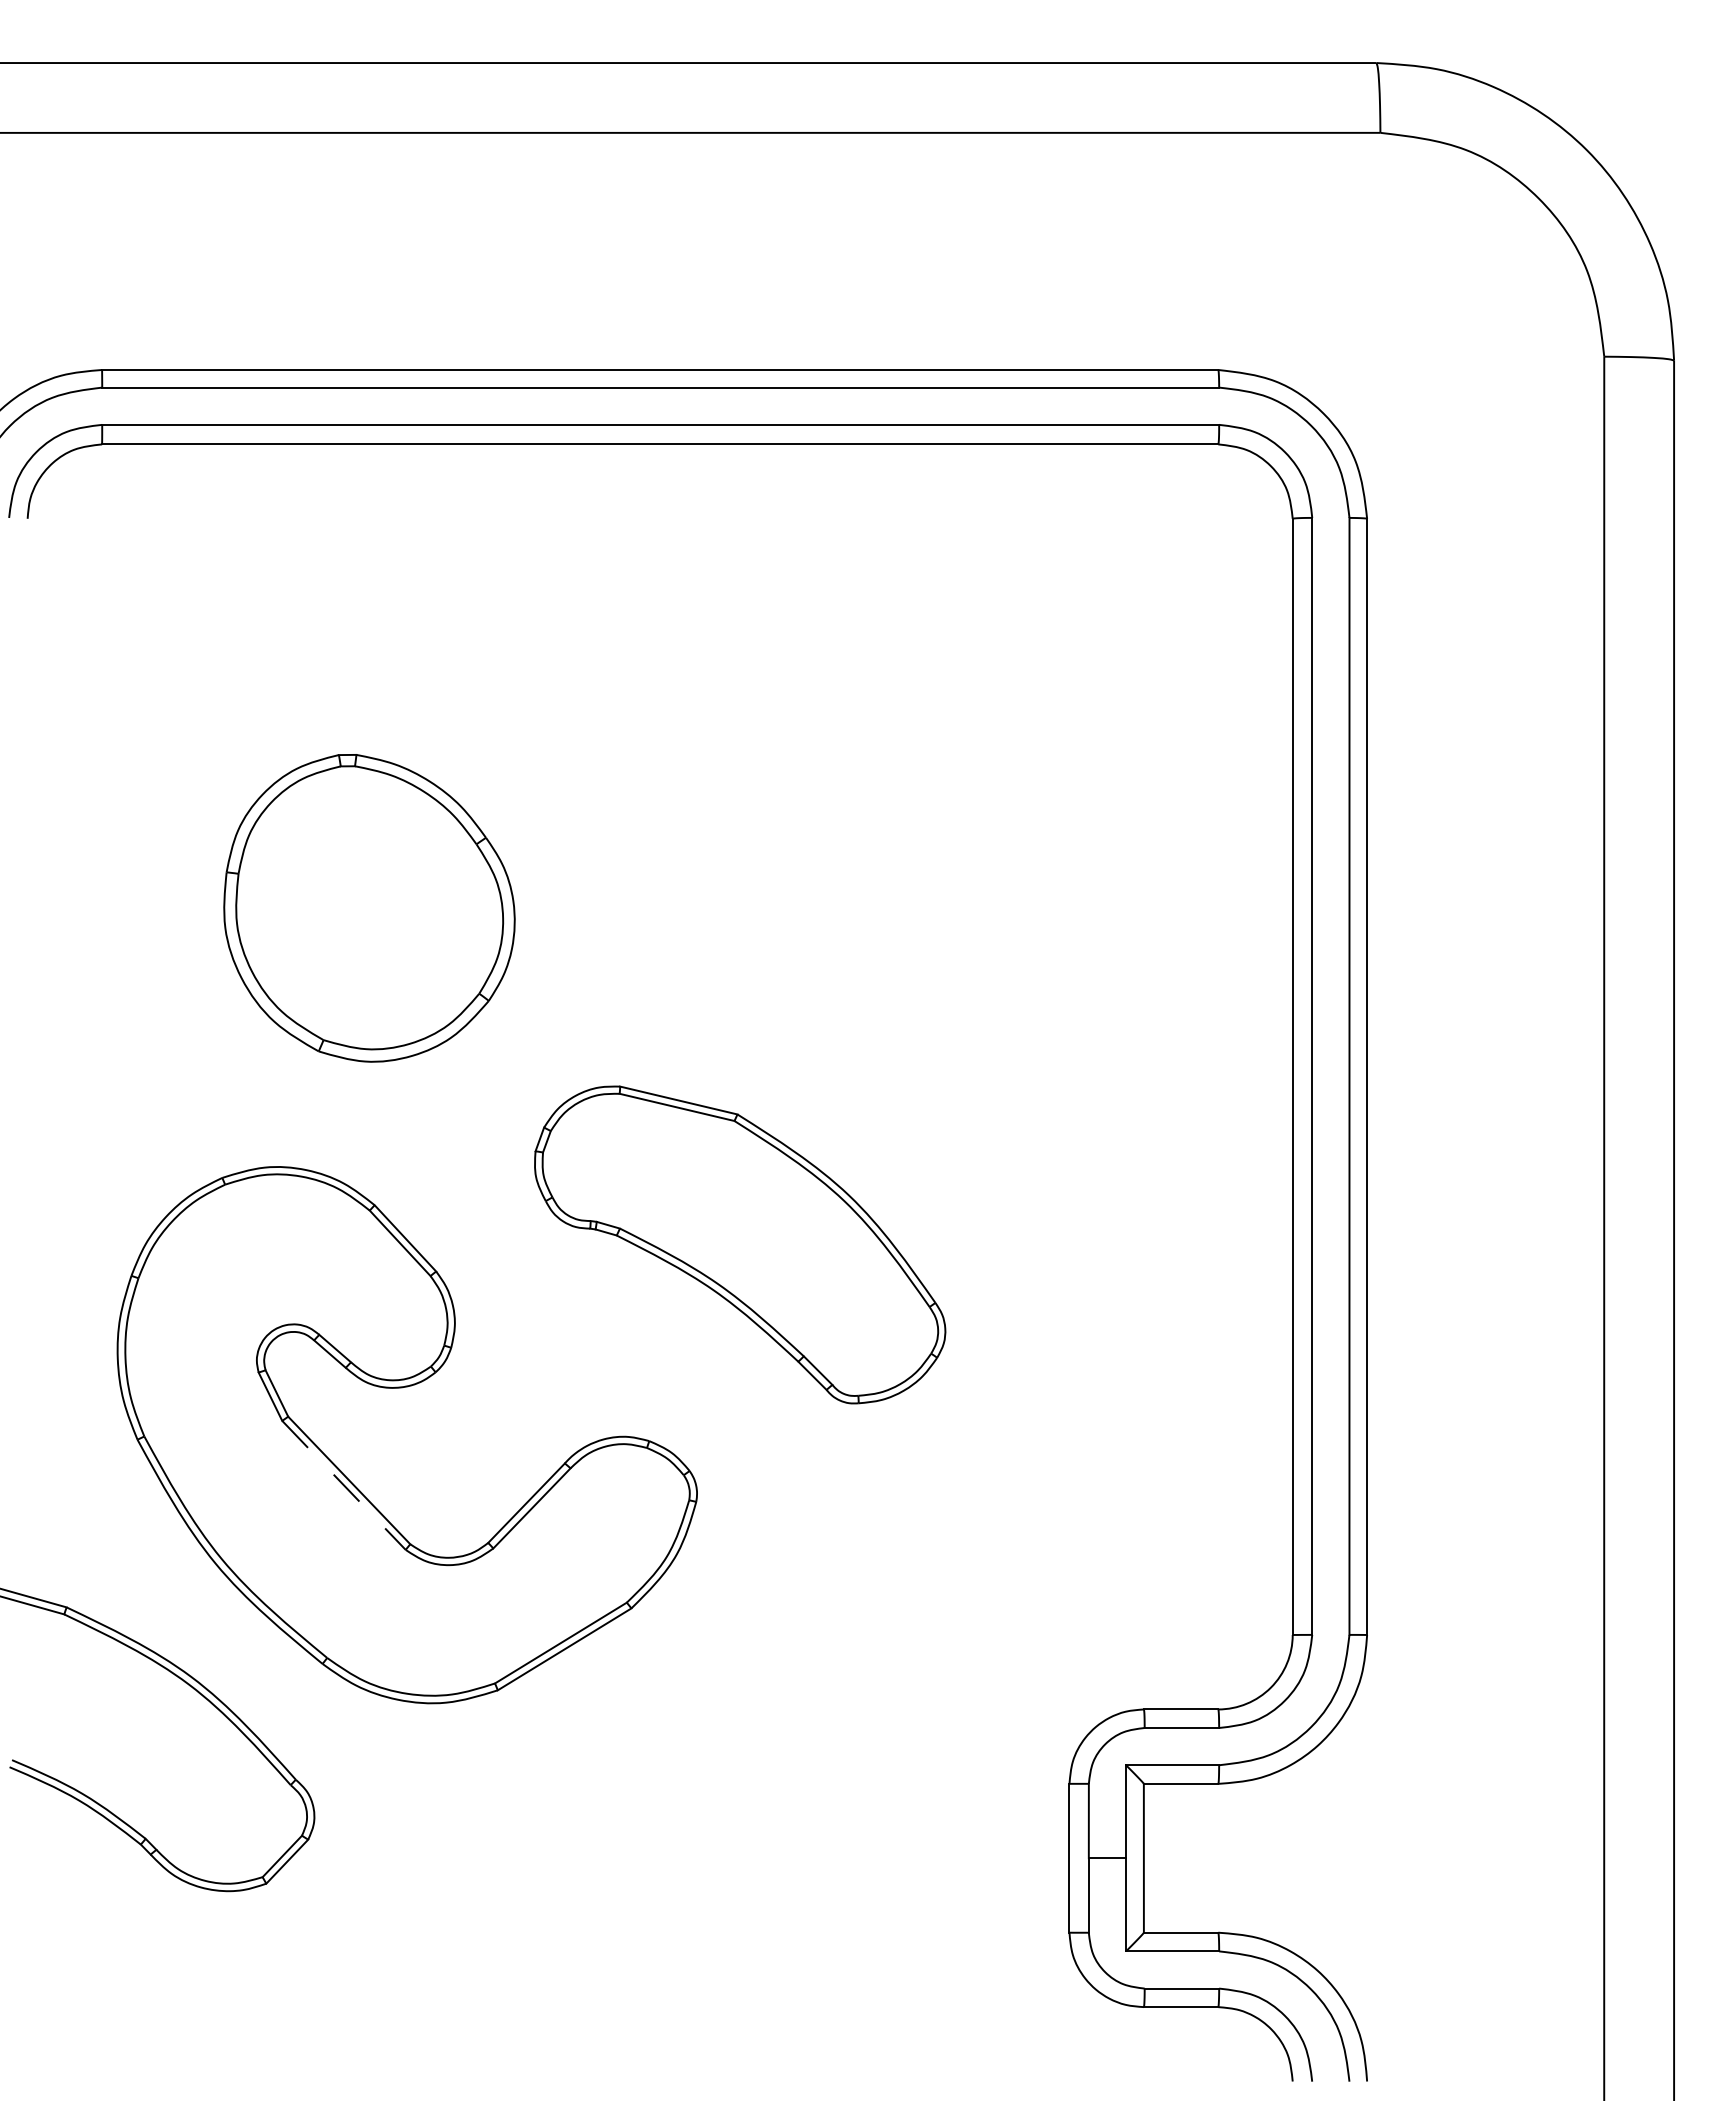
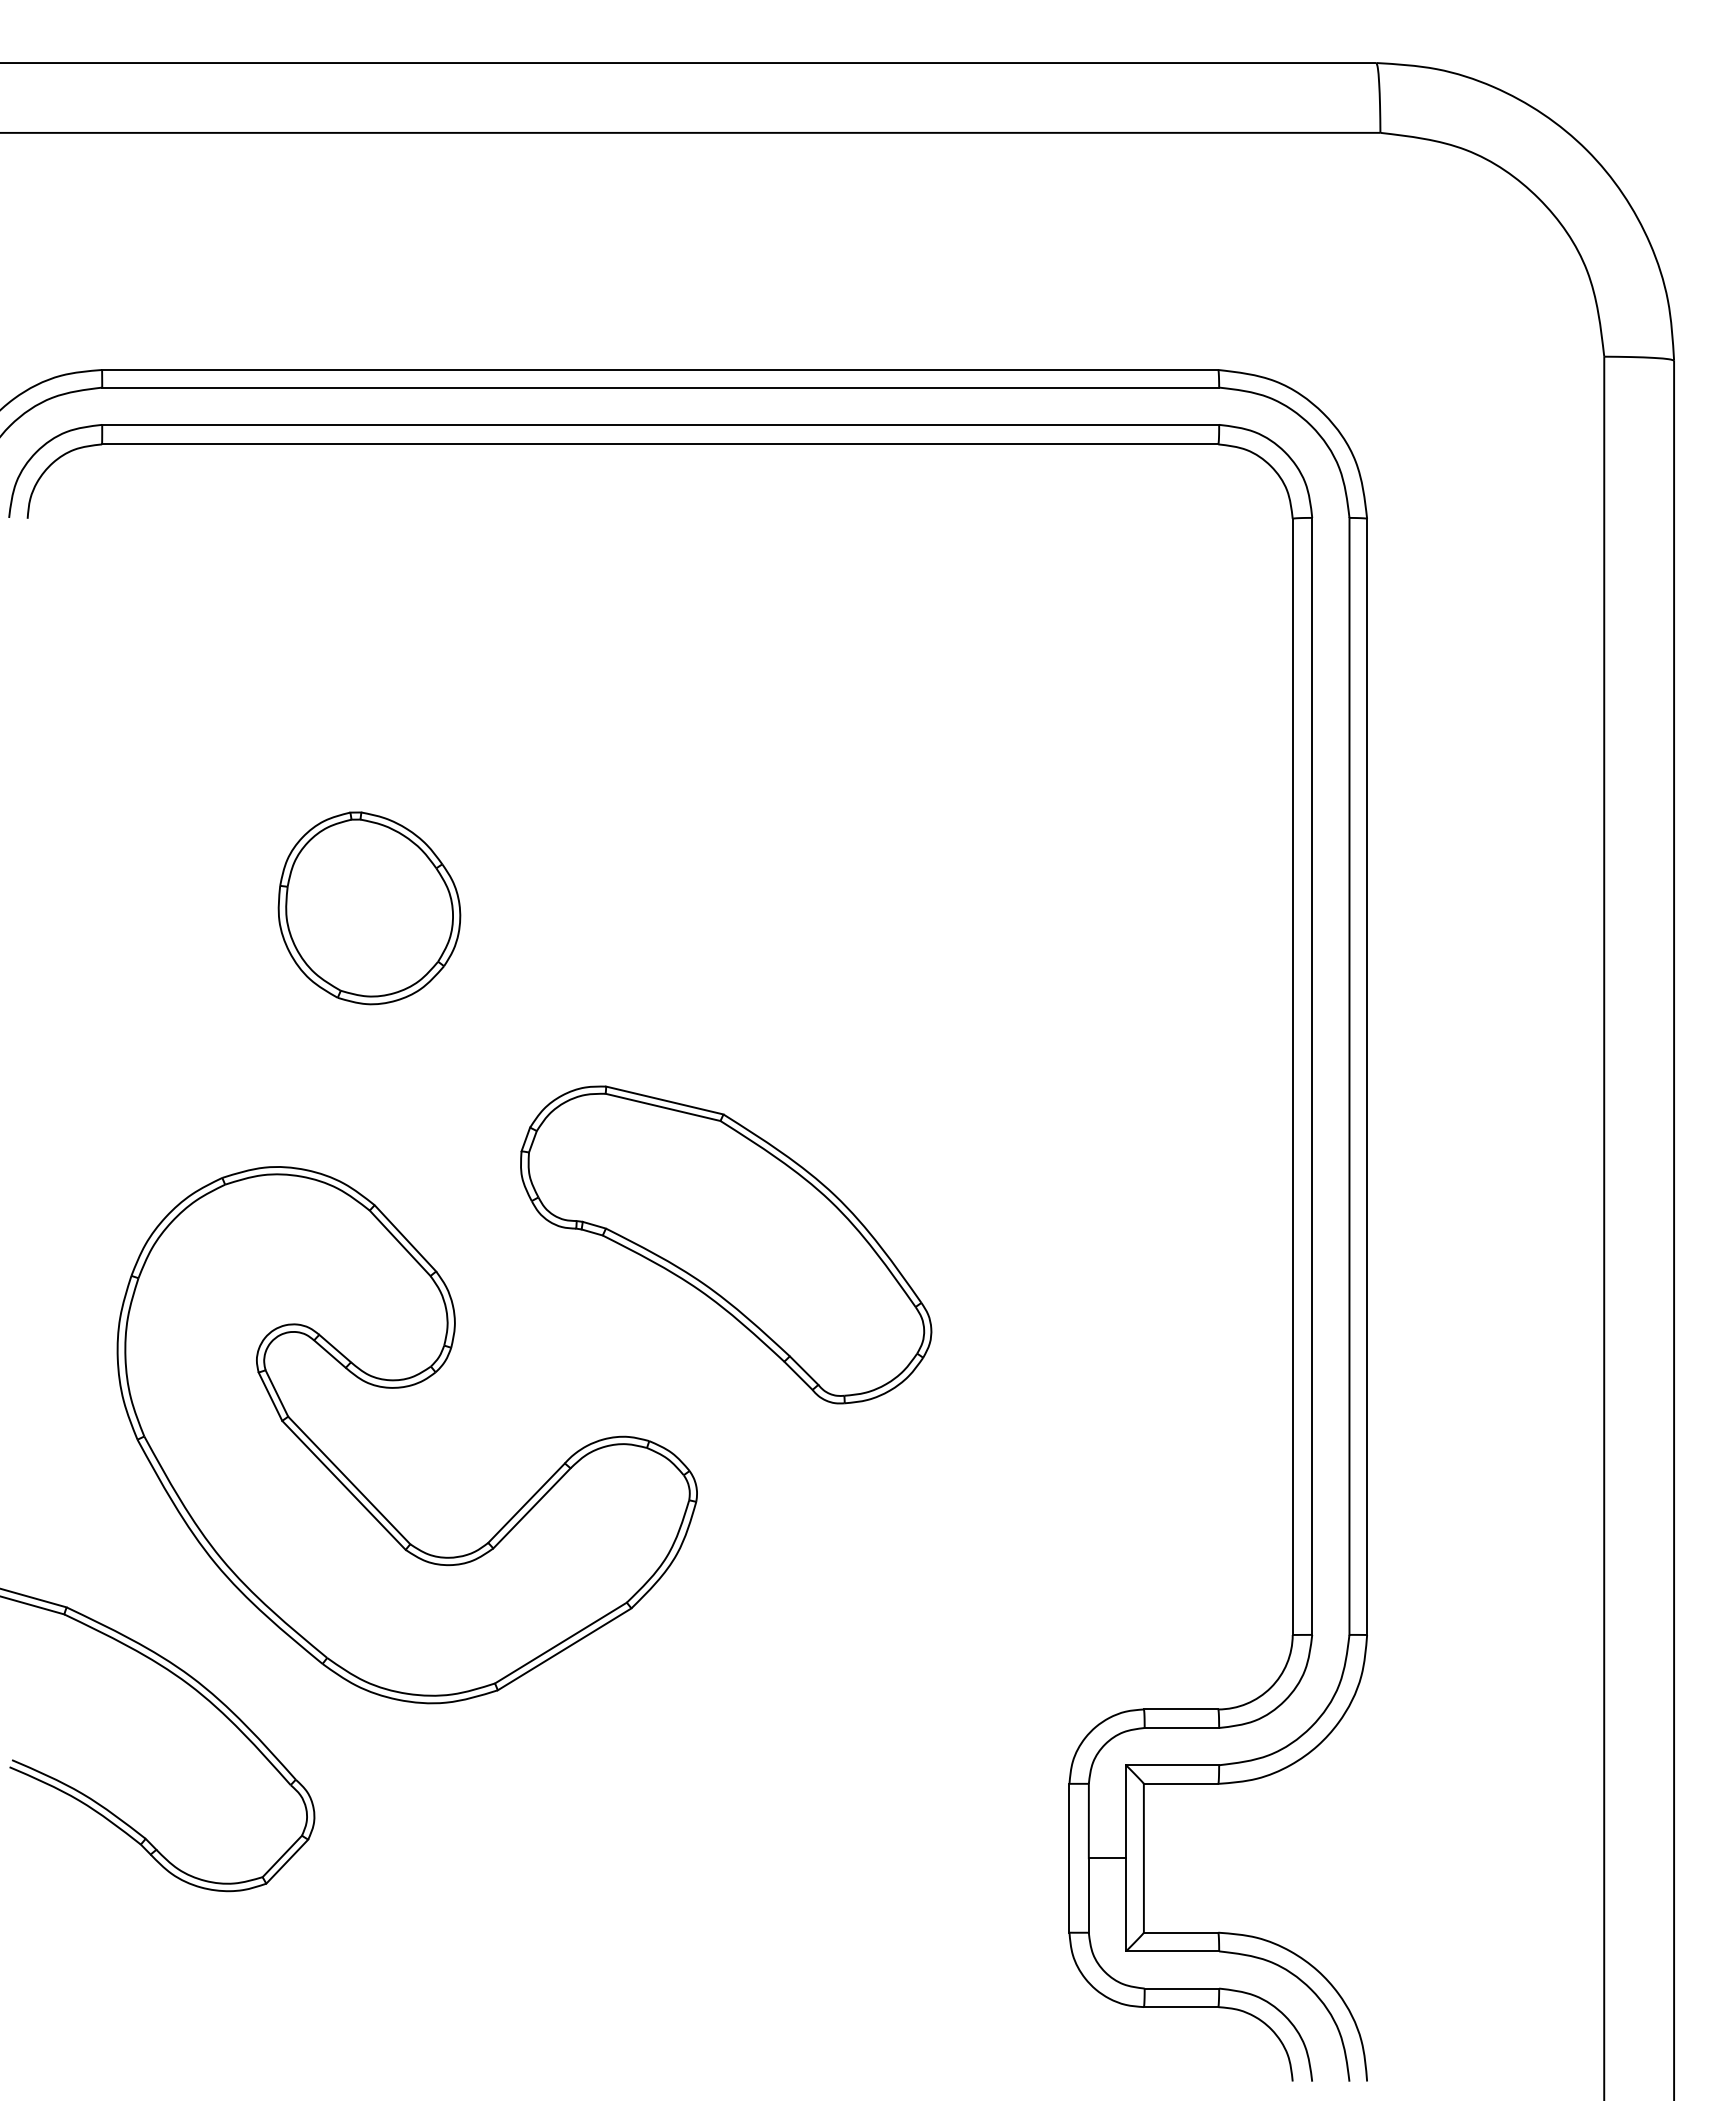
part at (369, 908) size: 293x309 px -> 185x195 px
part at (740, 1244) position: (740, 1244) -> (726, 1244)
line at (344, 1485): dashed -> solid
